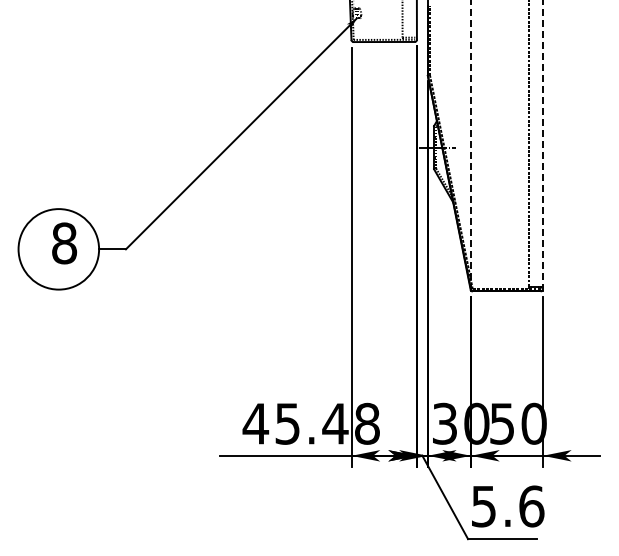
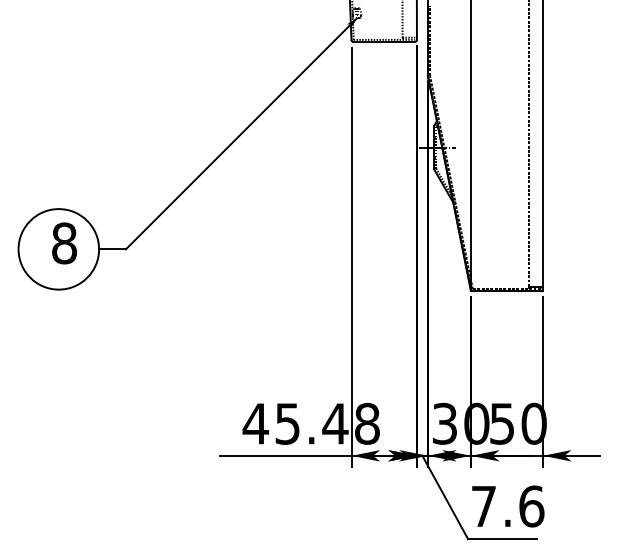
line at (471, 145): dashed -> solid
line at (542, 145): dashed -> solid
text at (483, 506): 5.6 -> 7.6
